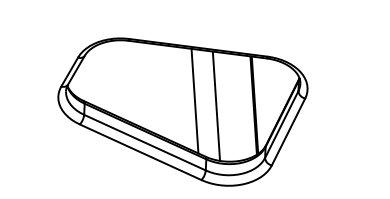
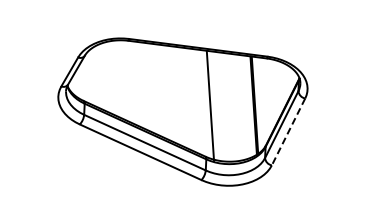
line at (194, 100): present -> none
line at (216, 105) position: (216, 105) -> (210, 105)
line at (288, 132): solid -> dashed
